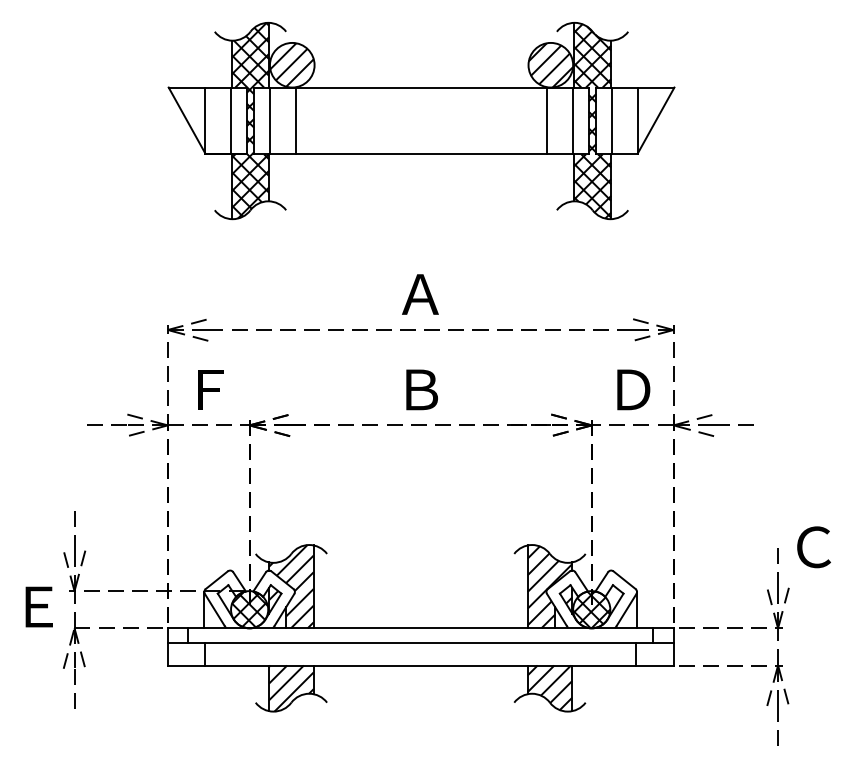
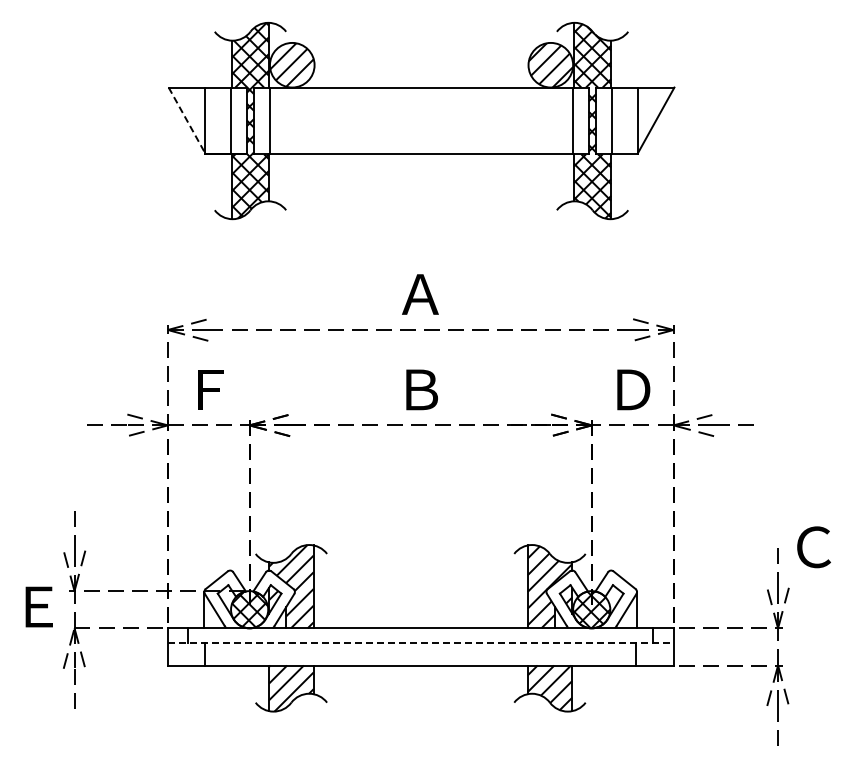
line at (186, 120): solid -> dashed
line at (295, 120): present -> none
line at (547, 120): present -> none
line at (420, 643): solid -> dashed
